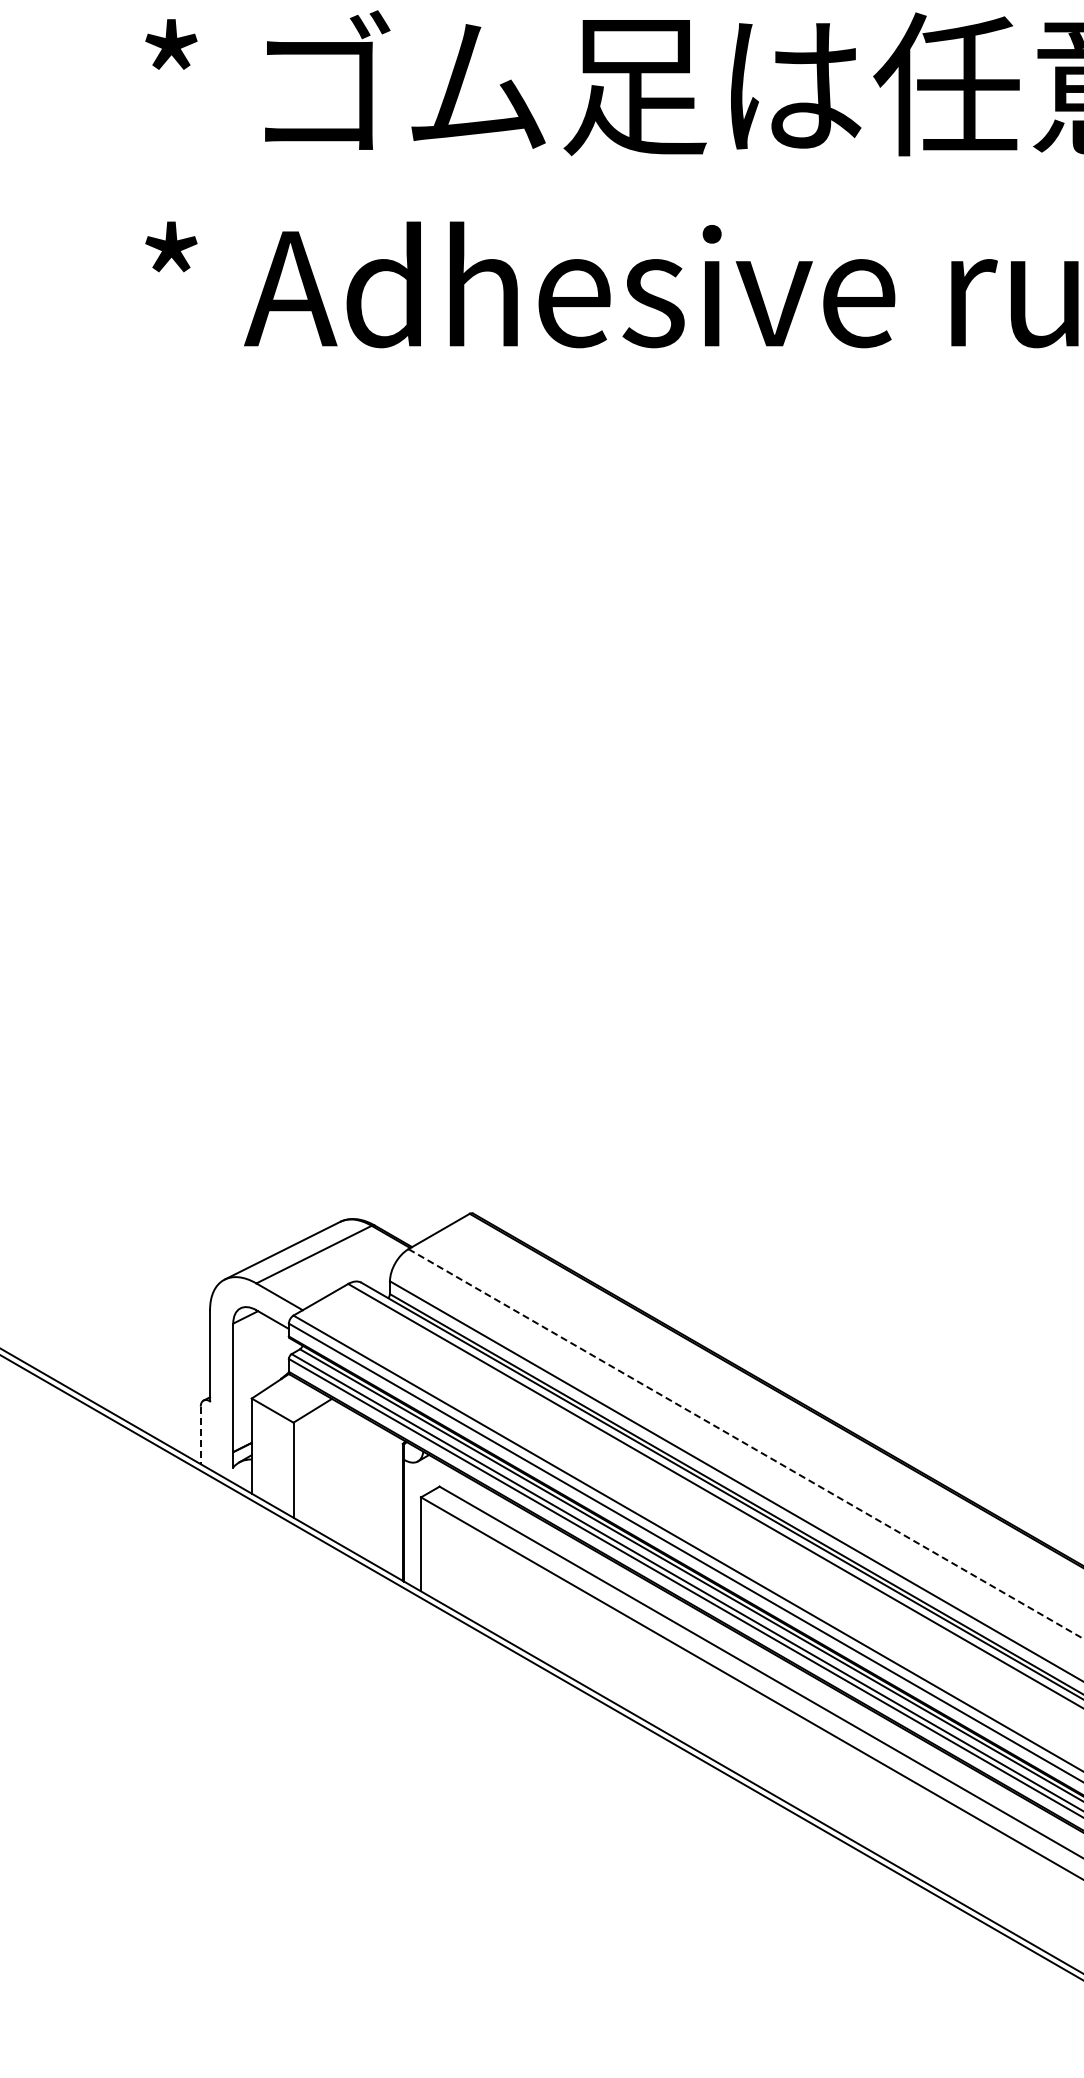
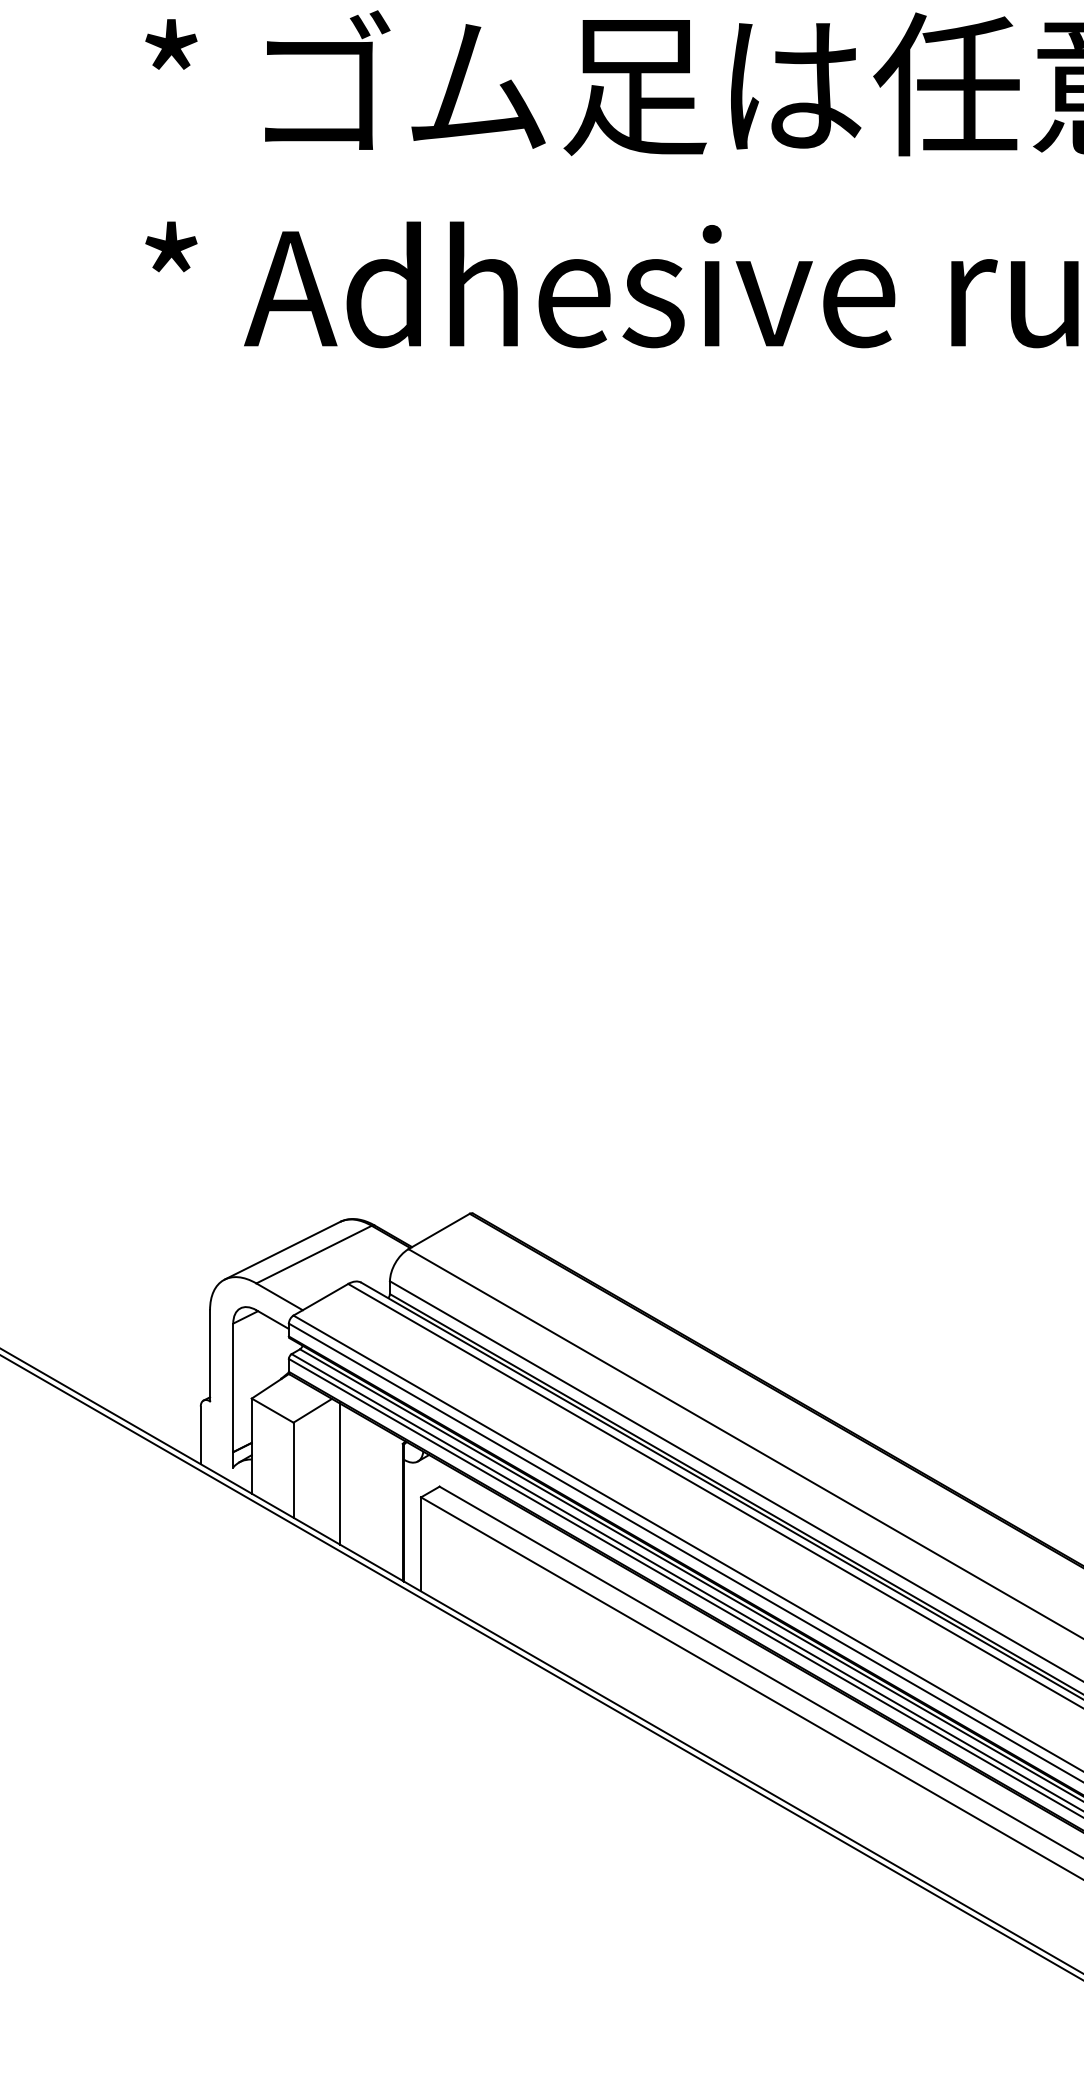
line at (200, 1435): dashed -> solid
line at (746, 1444): dashed -> solid
line at (339, 1473): none -> present
